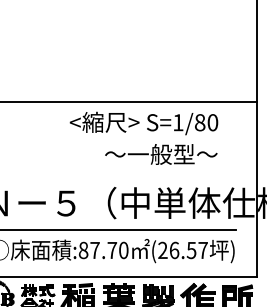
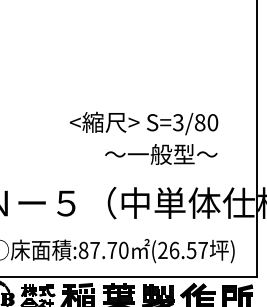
line at (129, 101): present -> none
text at (178, 122): S=1/80 -> S=3/80
line at (119, 230): present -> none
